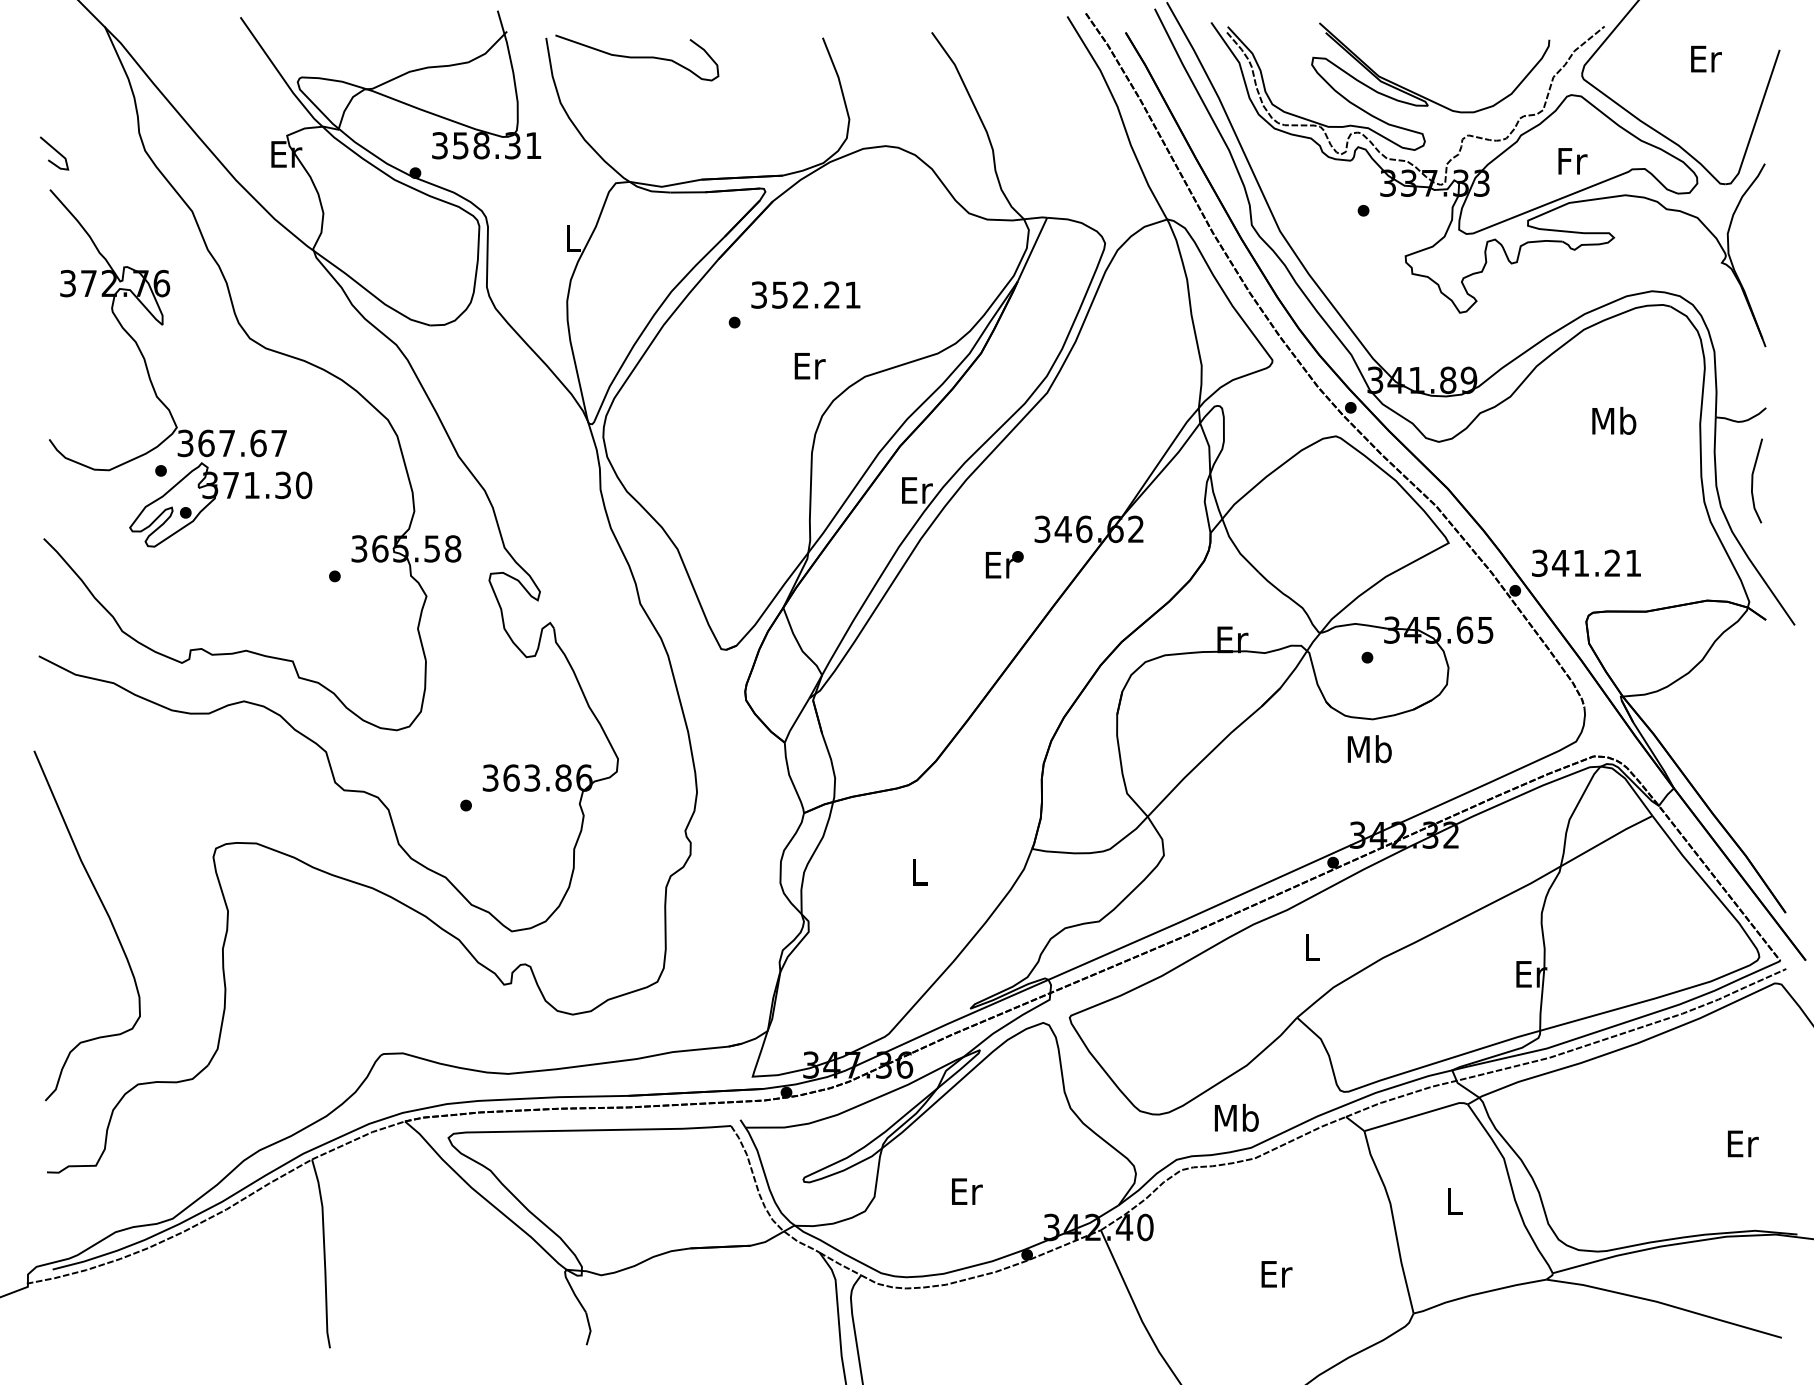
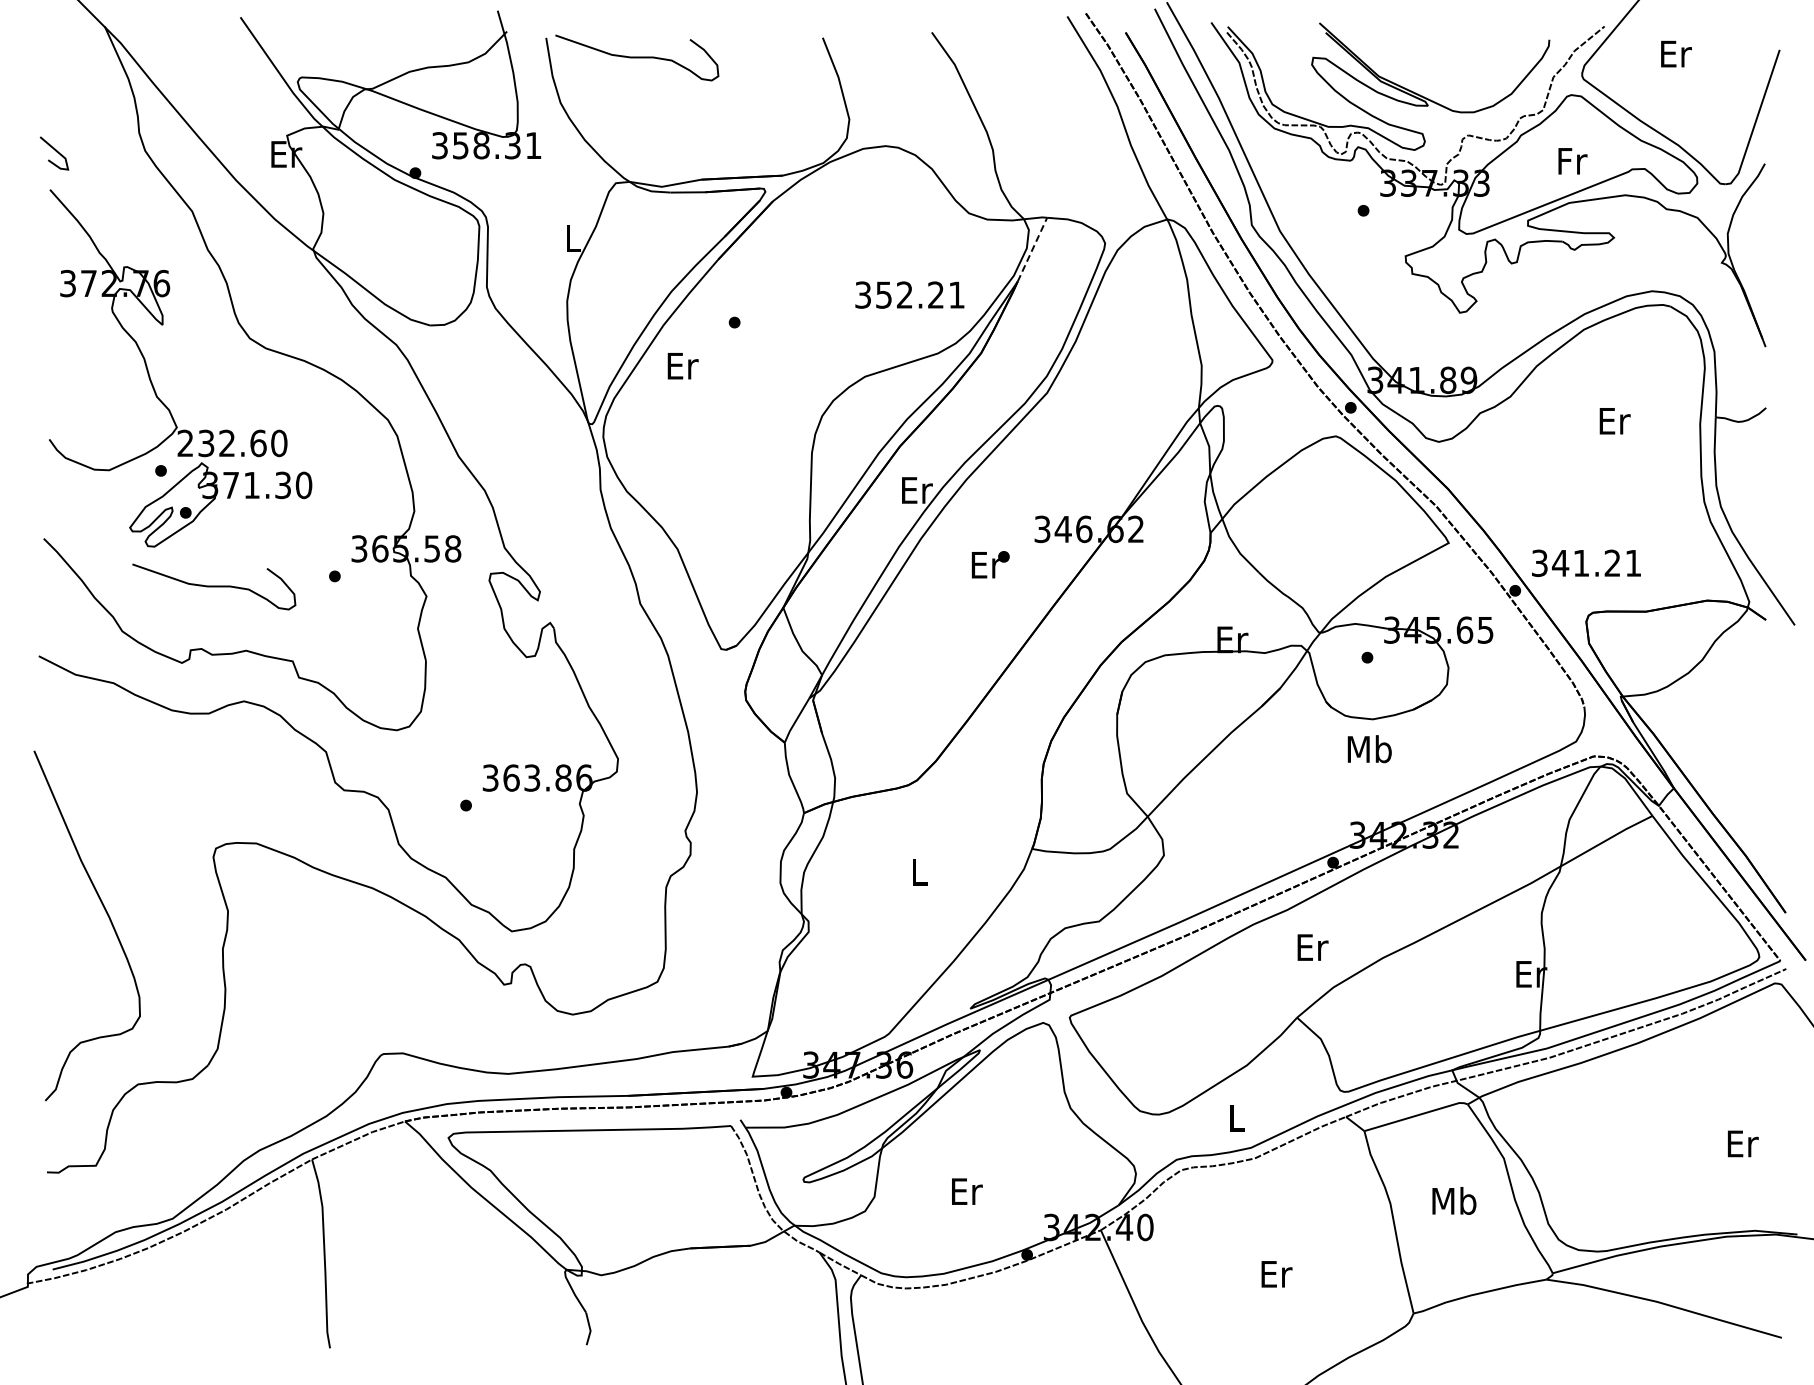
text at (1706, 58) position: (1706, 58) -> (1676, 53)
line at (1032, 249): solid -> dashed
text at (805, 294) position: (805, 294) -> (909, 294)
text at (809, 366) position: (809, 366) -> (682, 366)
text at (1614, 420): Mb -> Er
text at (232, 443): 367.67 -> 232.60
line at (1753, 480): present -> none
text at (1004, 564) position: (1004, 564) -> (990, 564)
curve at (214, 586): none -> present
text at (1312, 947): L -> Er
text at (1236, 1117): Mb -> L
text at (1454, 1200): L -> Mb
